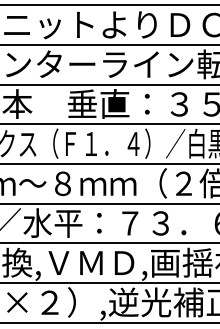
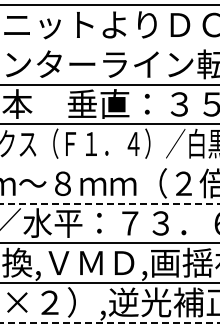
line at (109, 44): present -> none
line at (109, 164): present -> none
line at (110, 203): solid -> dashed
line at (110, 322): solid -> dashed
